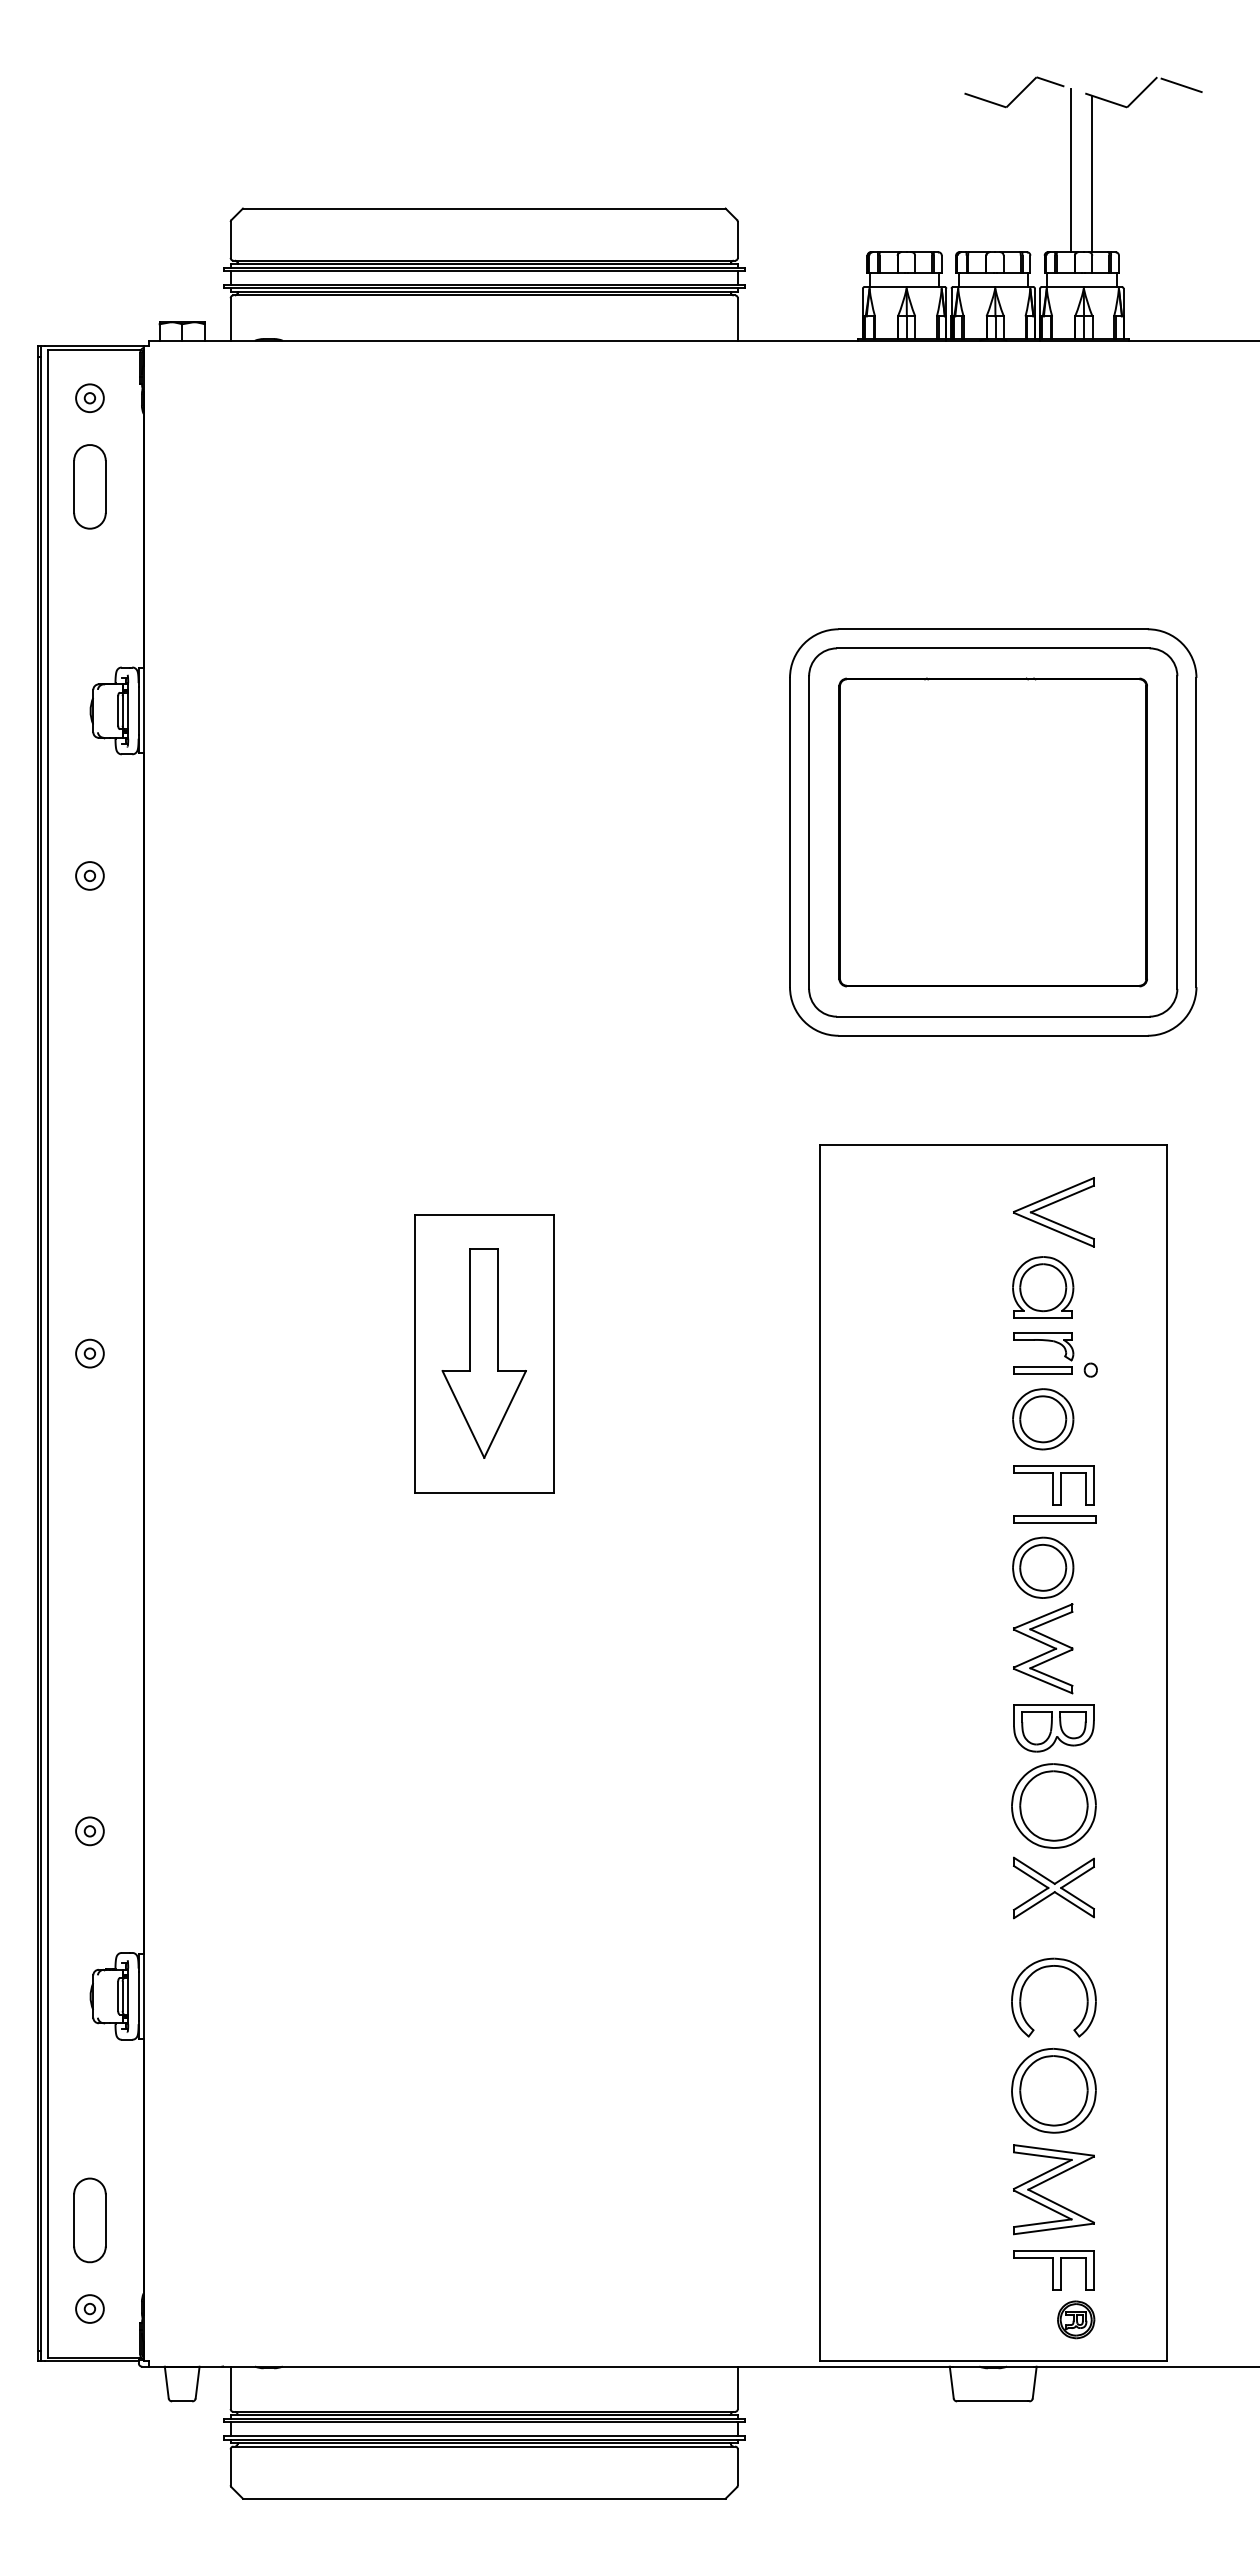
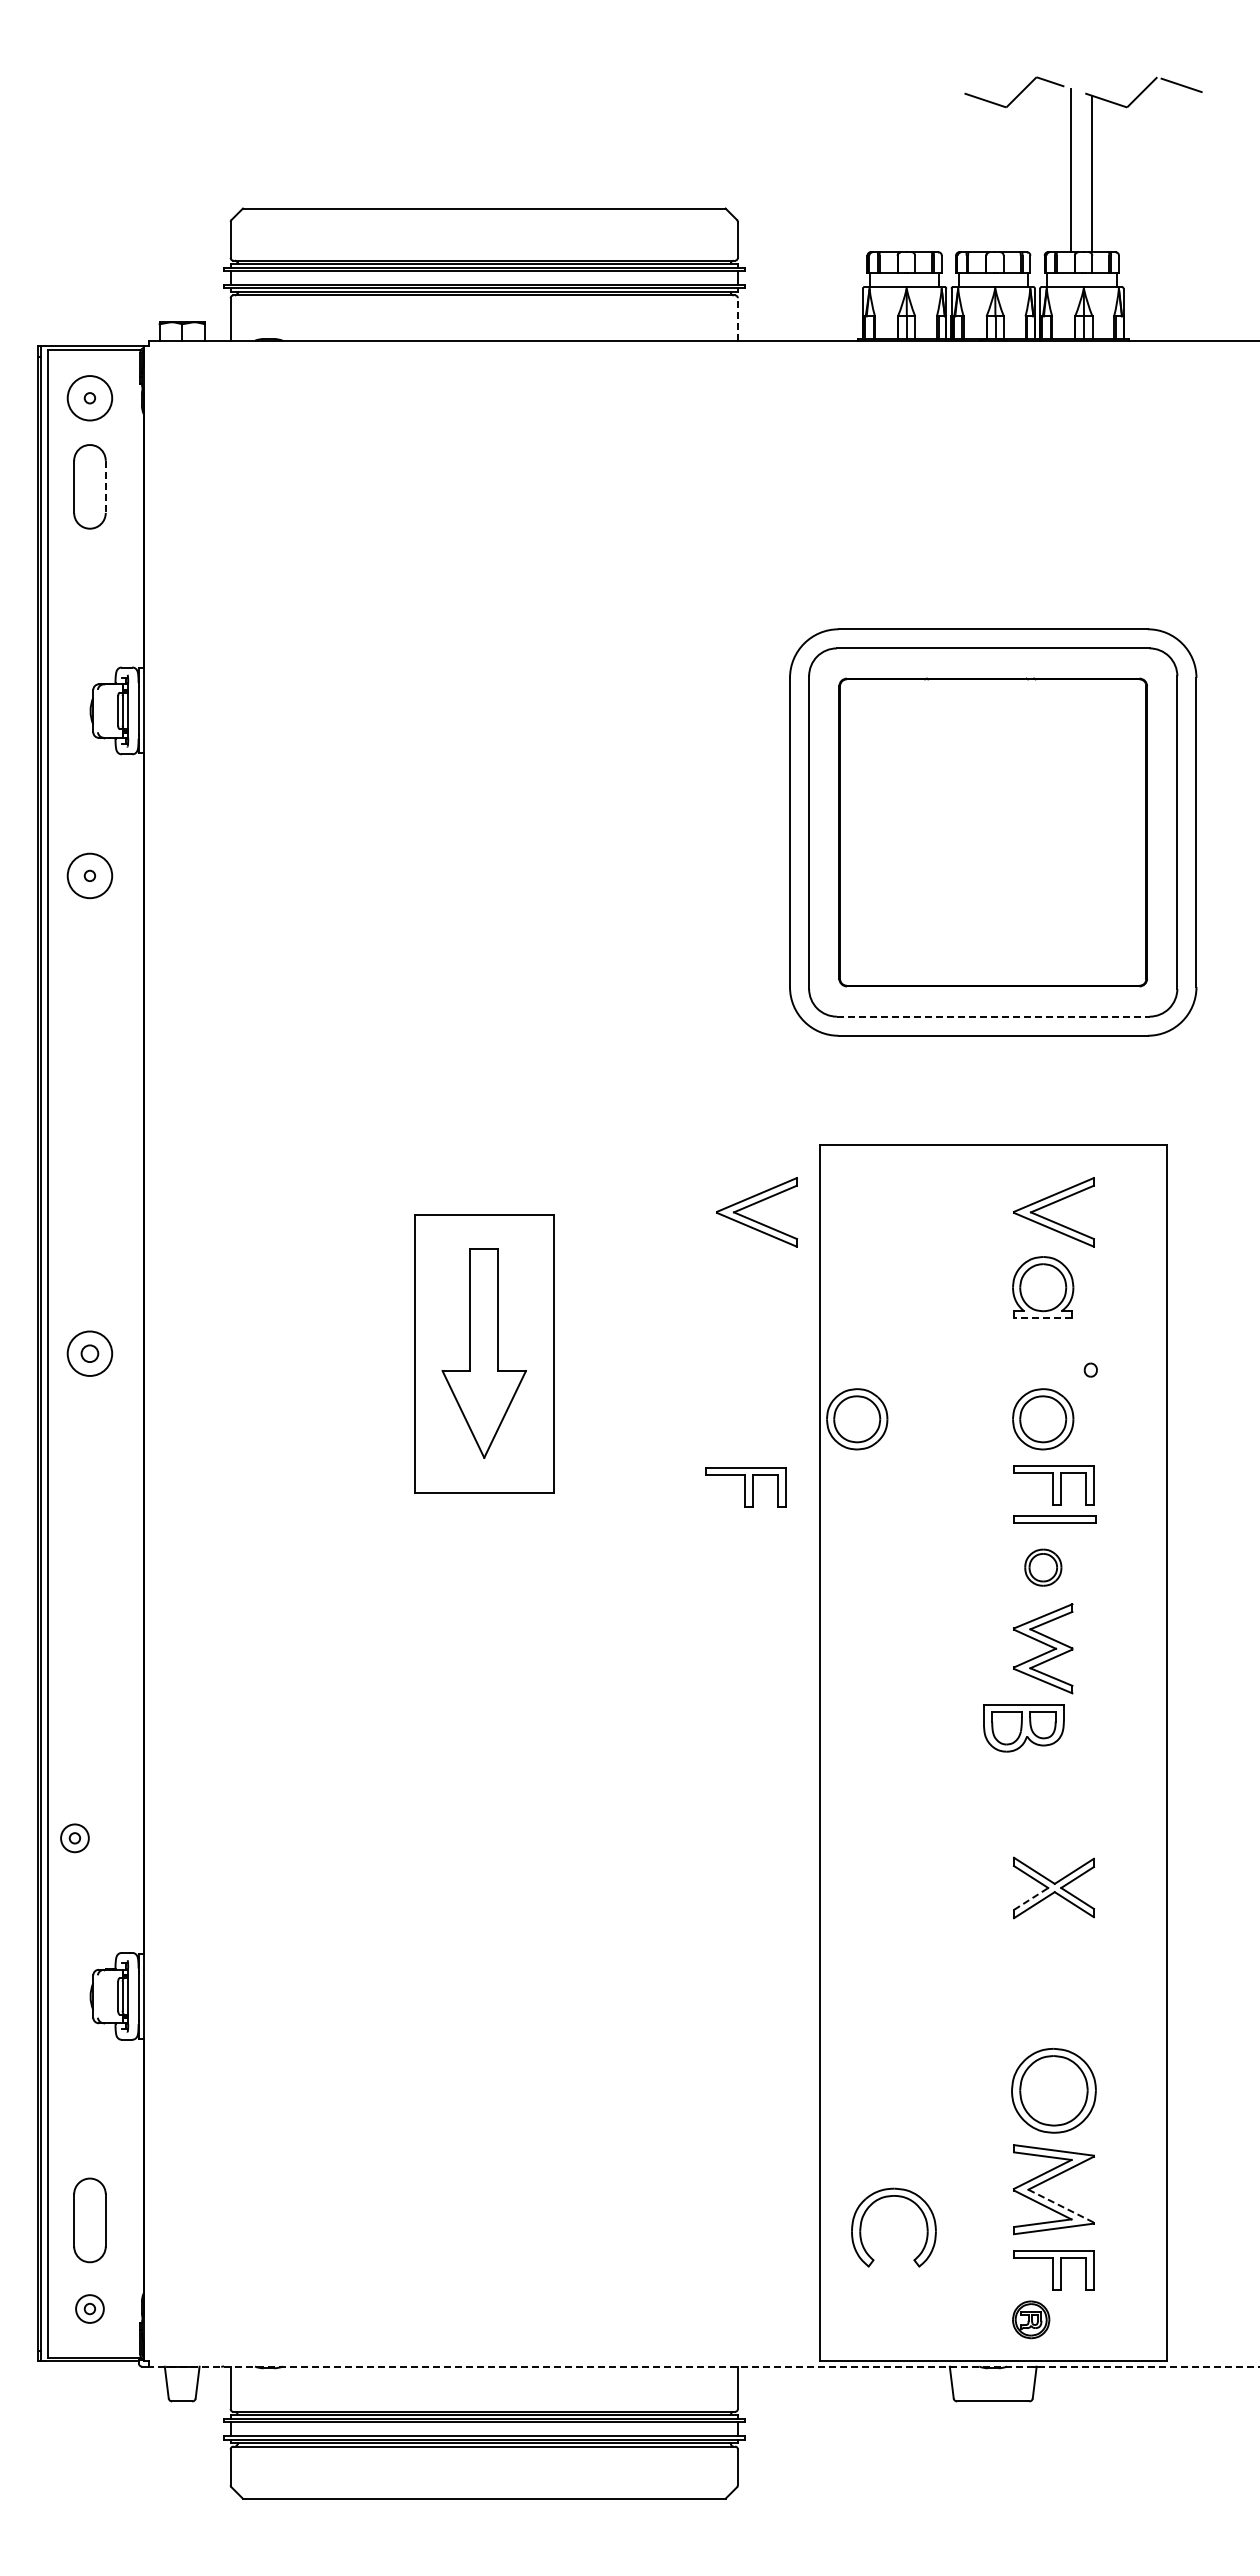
line at (737, 319): solid -> dashed
circle at (89, 398) diameter: 28 px -> 44 px
line at (105, 487): solid -> dashed
circle at (89, 875) diameter: 28 px -> 44 px
line at (993, 1016): solid -> dashed
part at (753, 1205): none -> present
line at (1042, 1318): solid -> dashed
part at (1044, 1341): present -> none
part at (89, 1353) size: 30x31 px -> 48x47 px
part at (857, 1419): none -> present
part at (745, 1487): none -> present
part at (1043, 1567) size: 63x63 px -> 39x39 px
part at (1053, 1728) position: (1053, 1728) -> (1023, 1728)
part at (1053, 1805): present -> none
part at (89, 1831) position: (89, 1831) -> (74, 1838)
line at (1031, 1898): solid -> dashed
part at (1049, 1967) position: (1049, 1967) -> (889, 2197)
line at (1061, 2206): solid -> dashed
part at (1076, 2319) position: (1076, 2319) -> (1031, 2319)
line at (703, 2366): solid -> dashed
